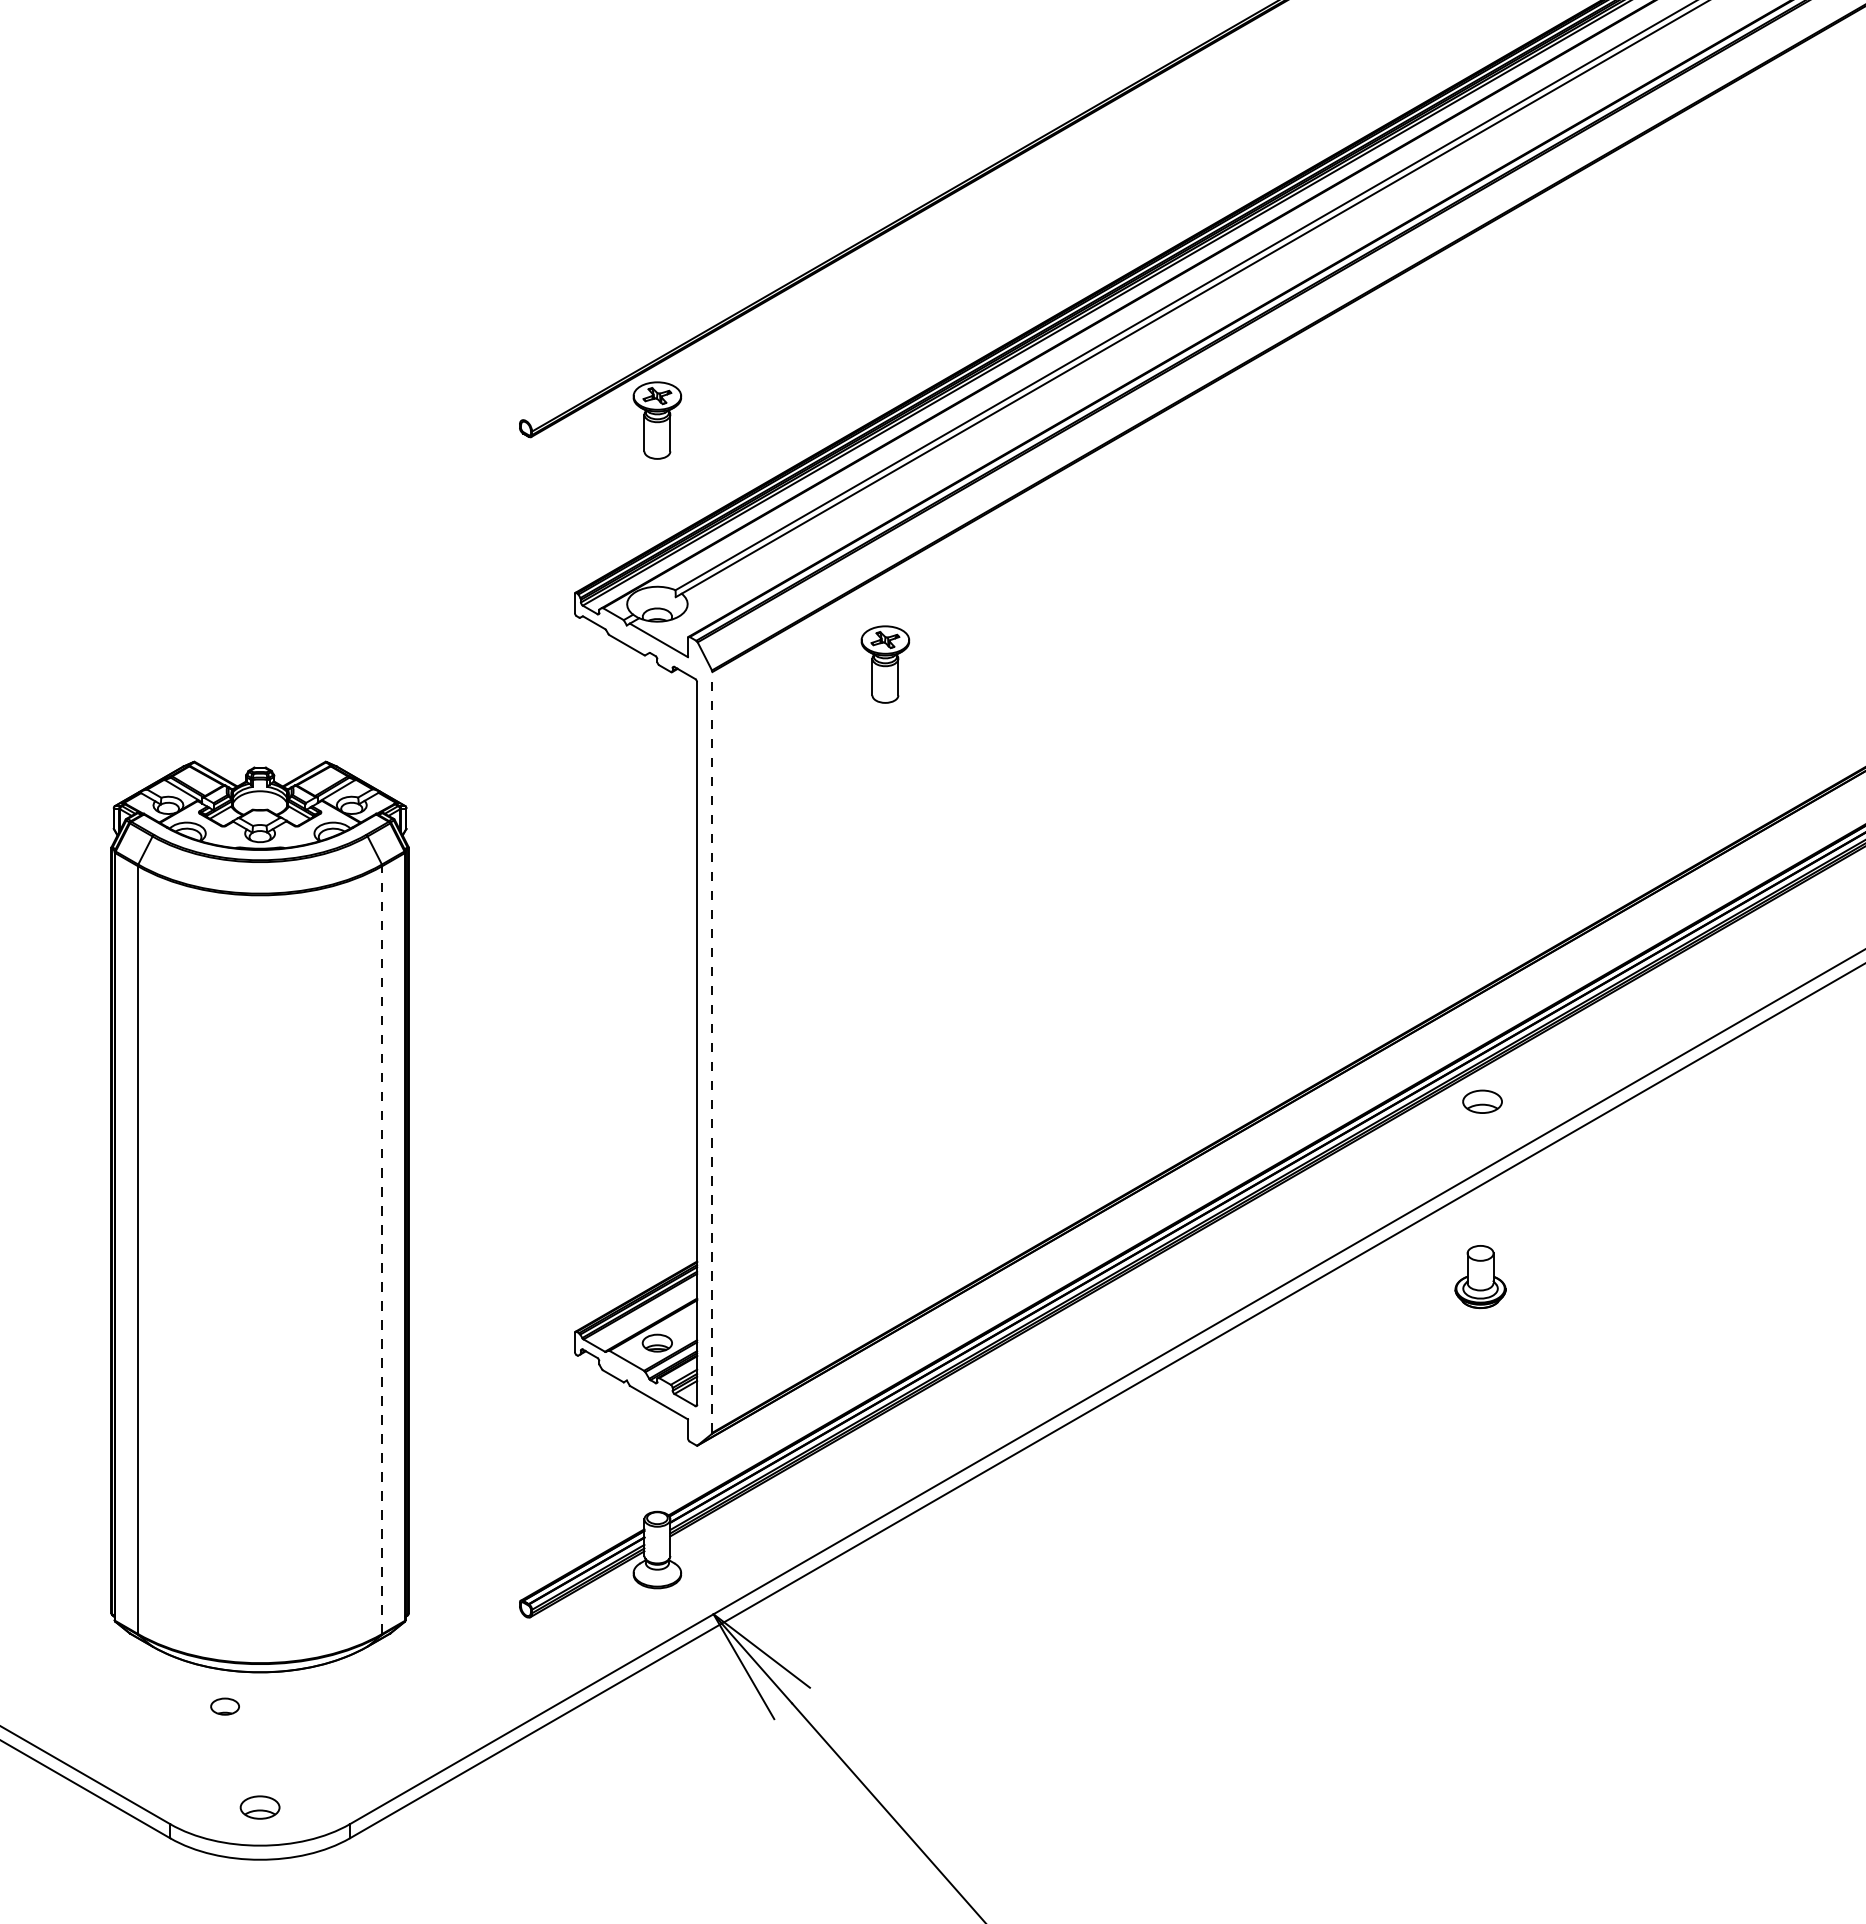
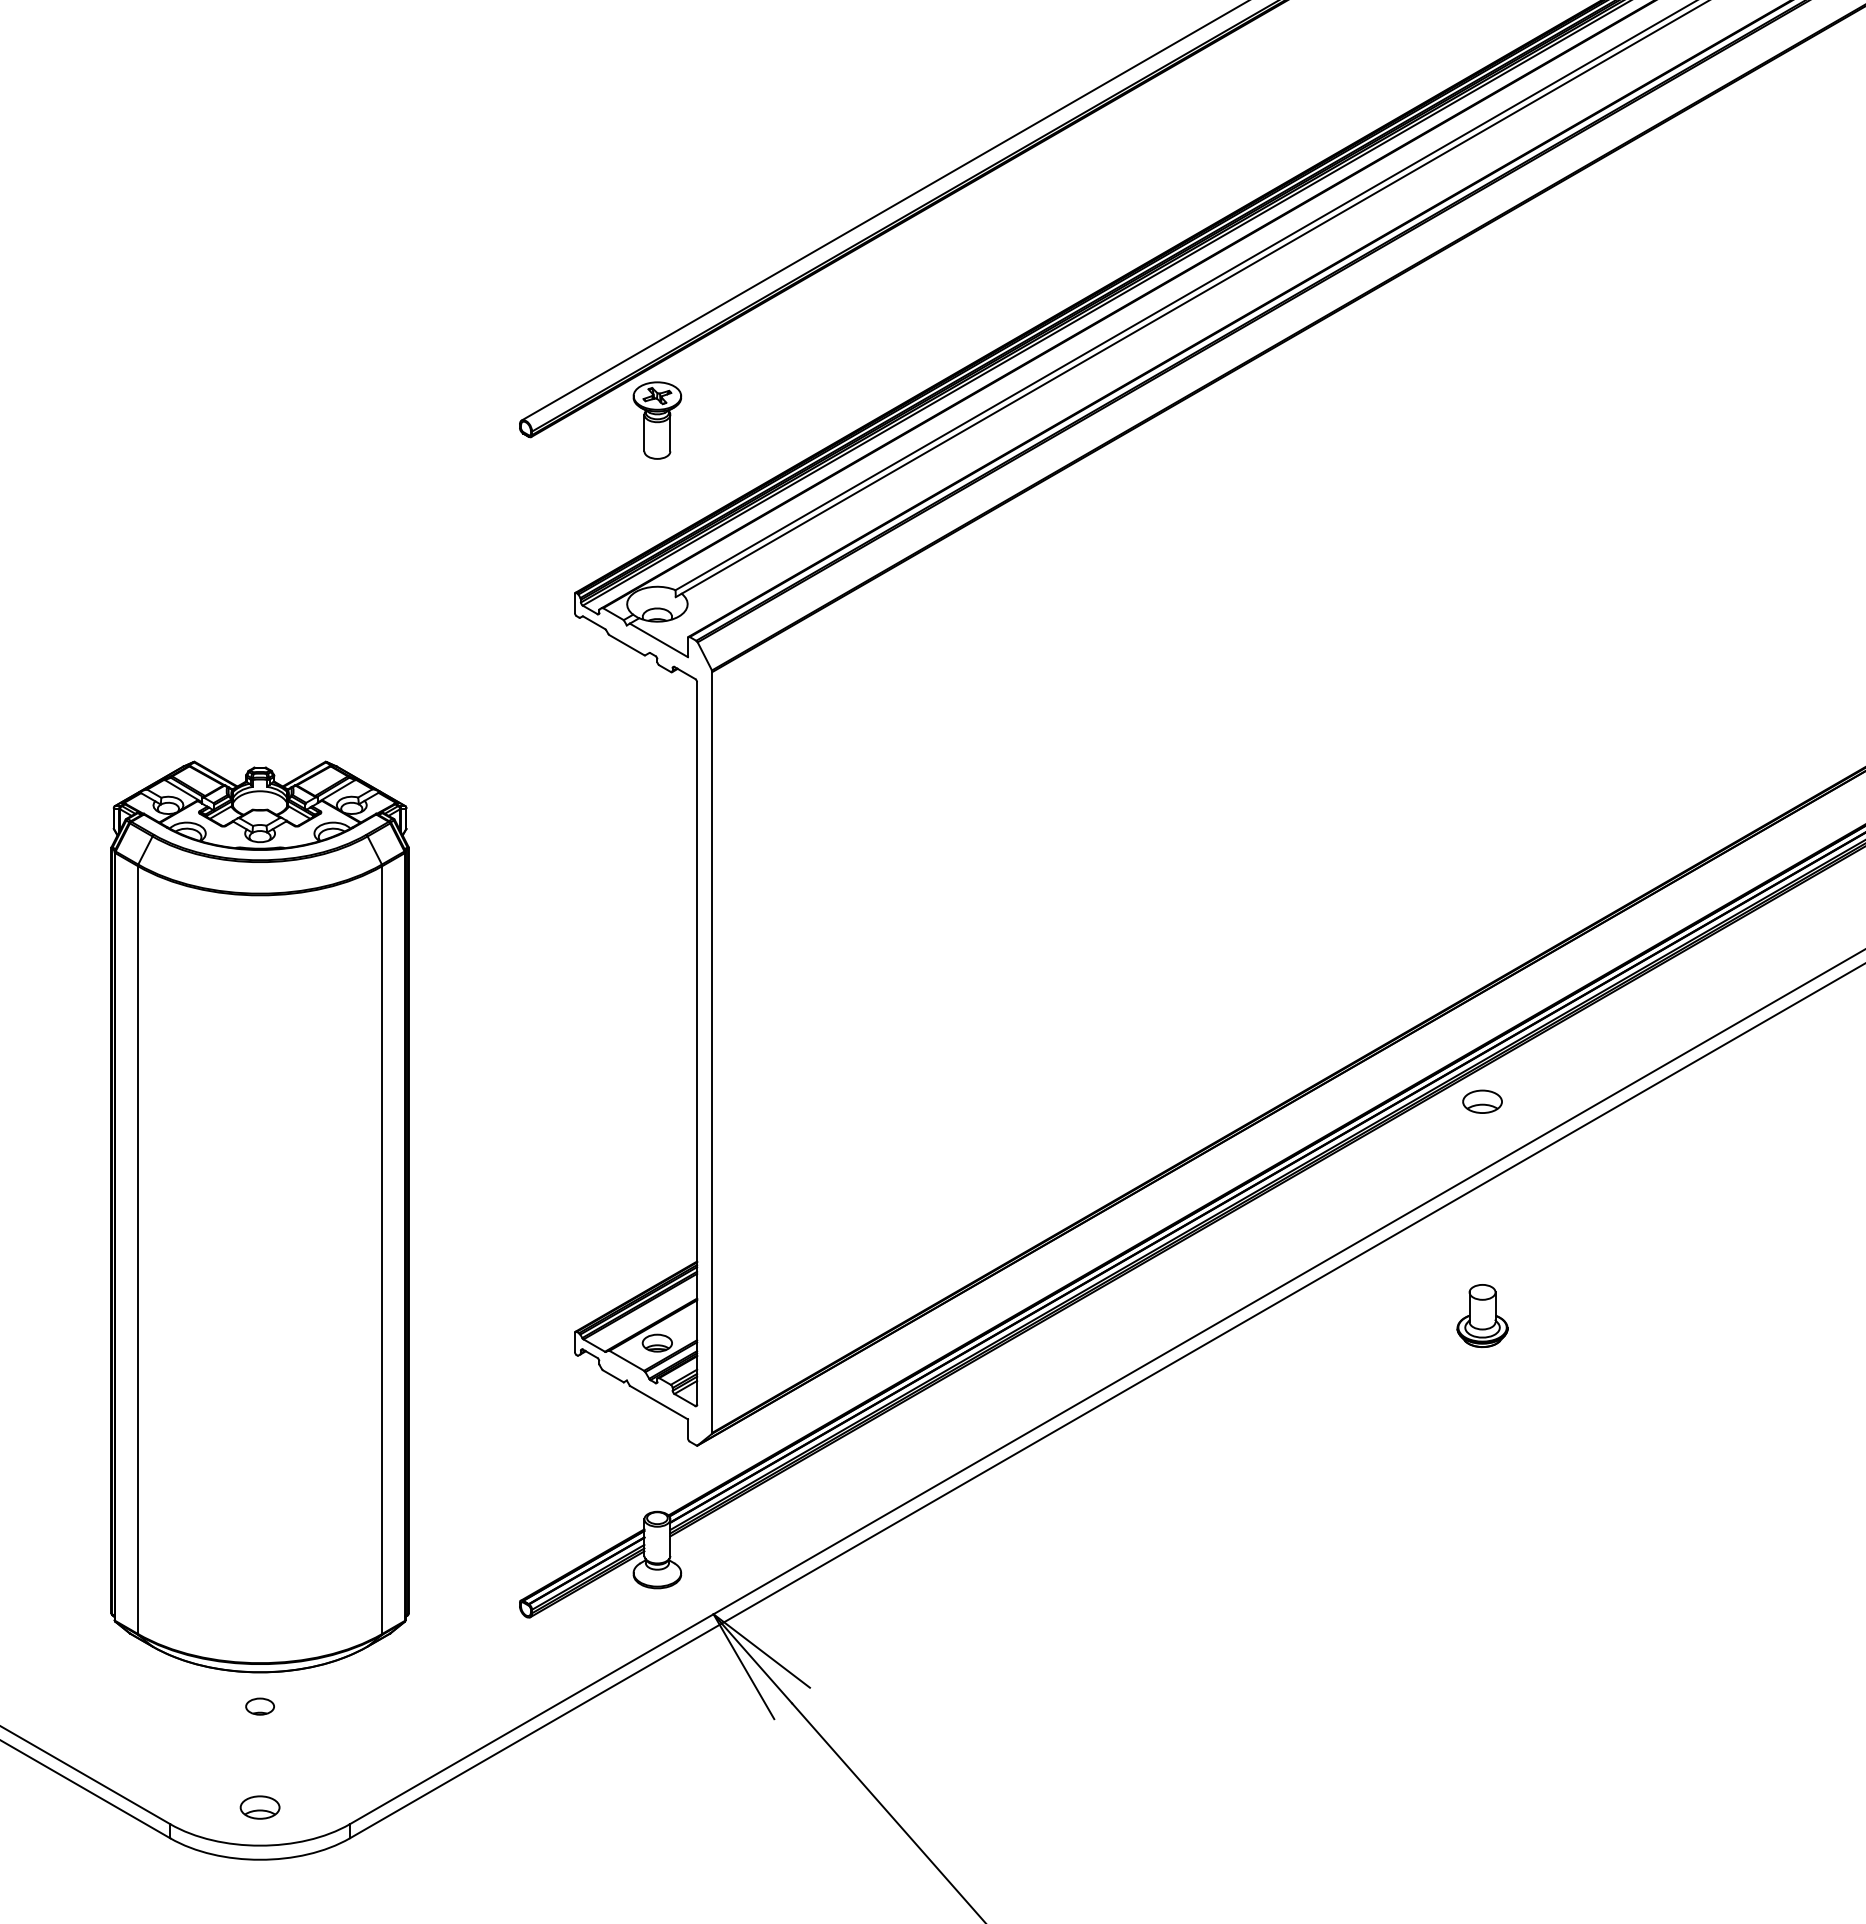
line at (883, 211): none -> present
part at (885, 664): present -> none
line at (712, 1051): dashed -> solid
line at (382, 1250): dashed -> solid
part at (1480, 1276) position: (1480, 1276) -> (1482, 1315)
part at (224, 1706) position: (224, 1706) -> (259, 1706)
